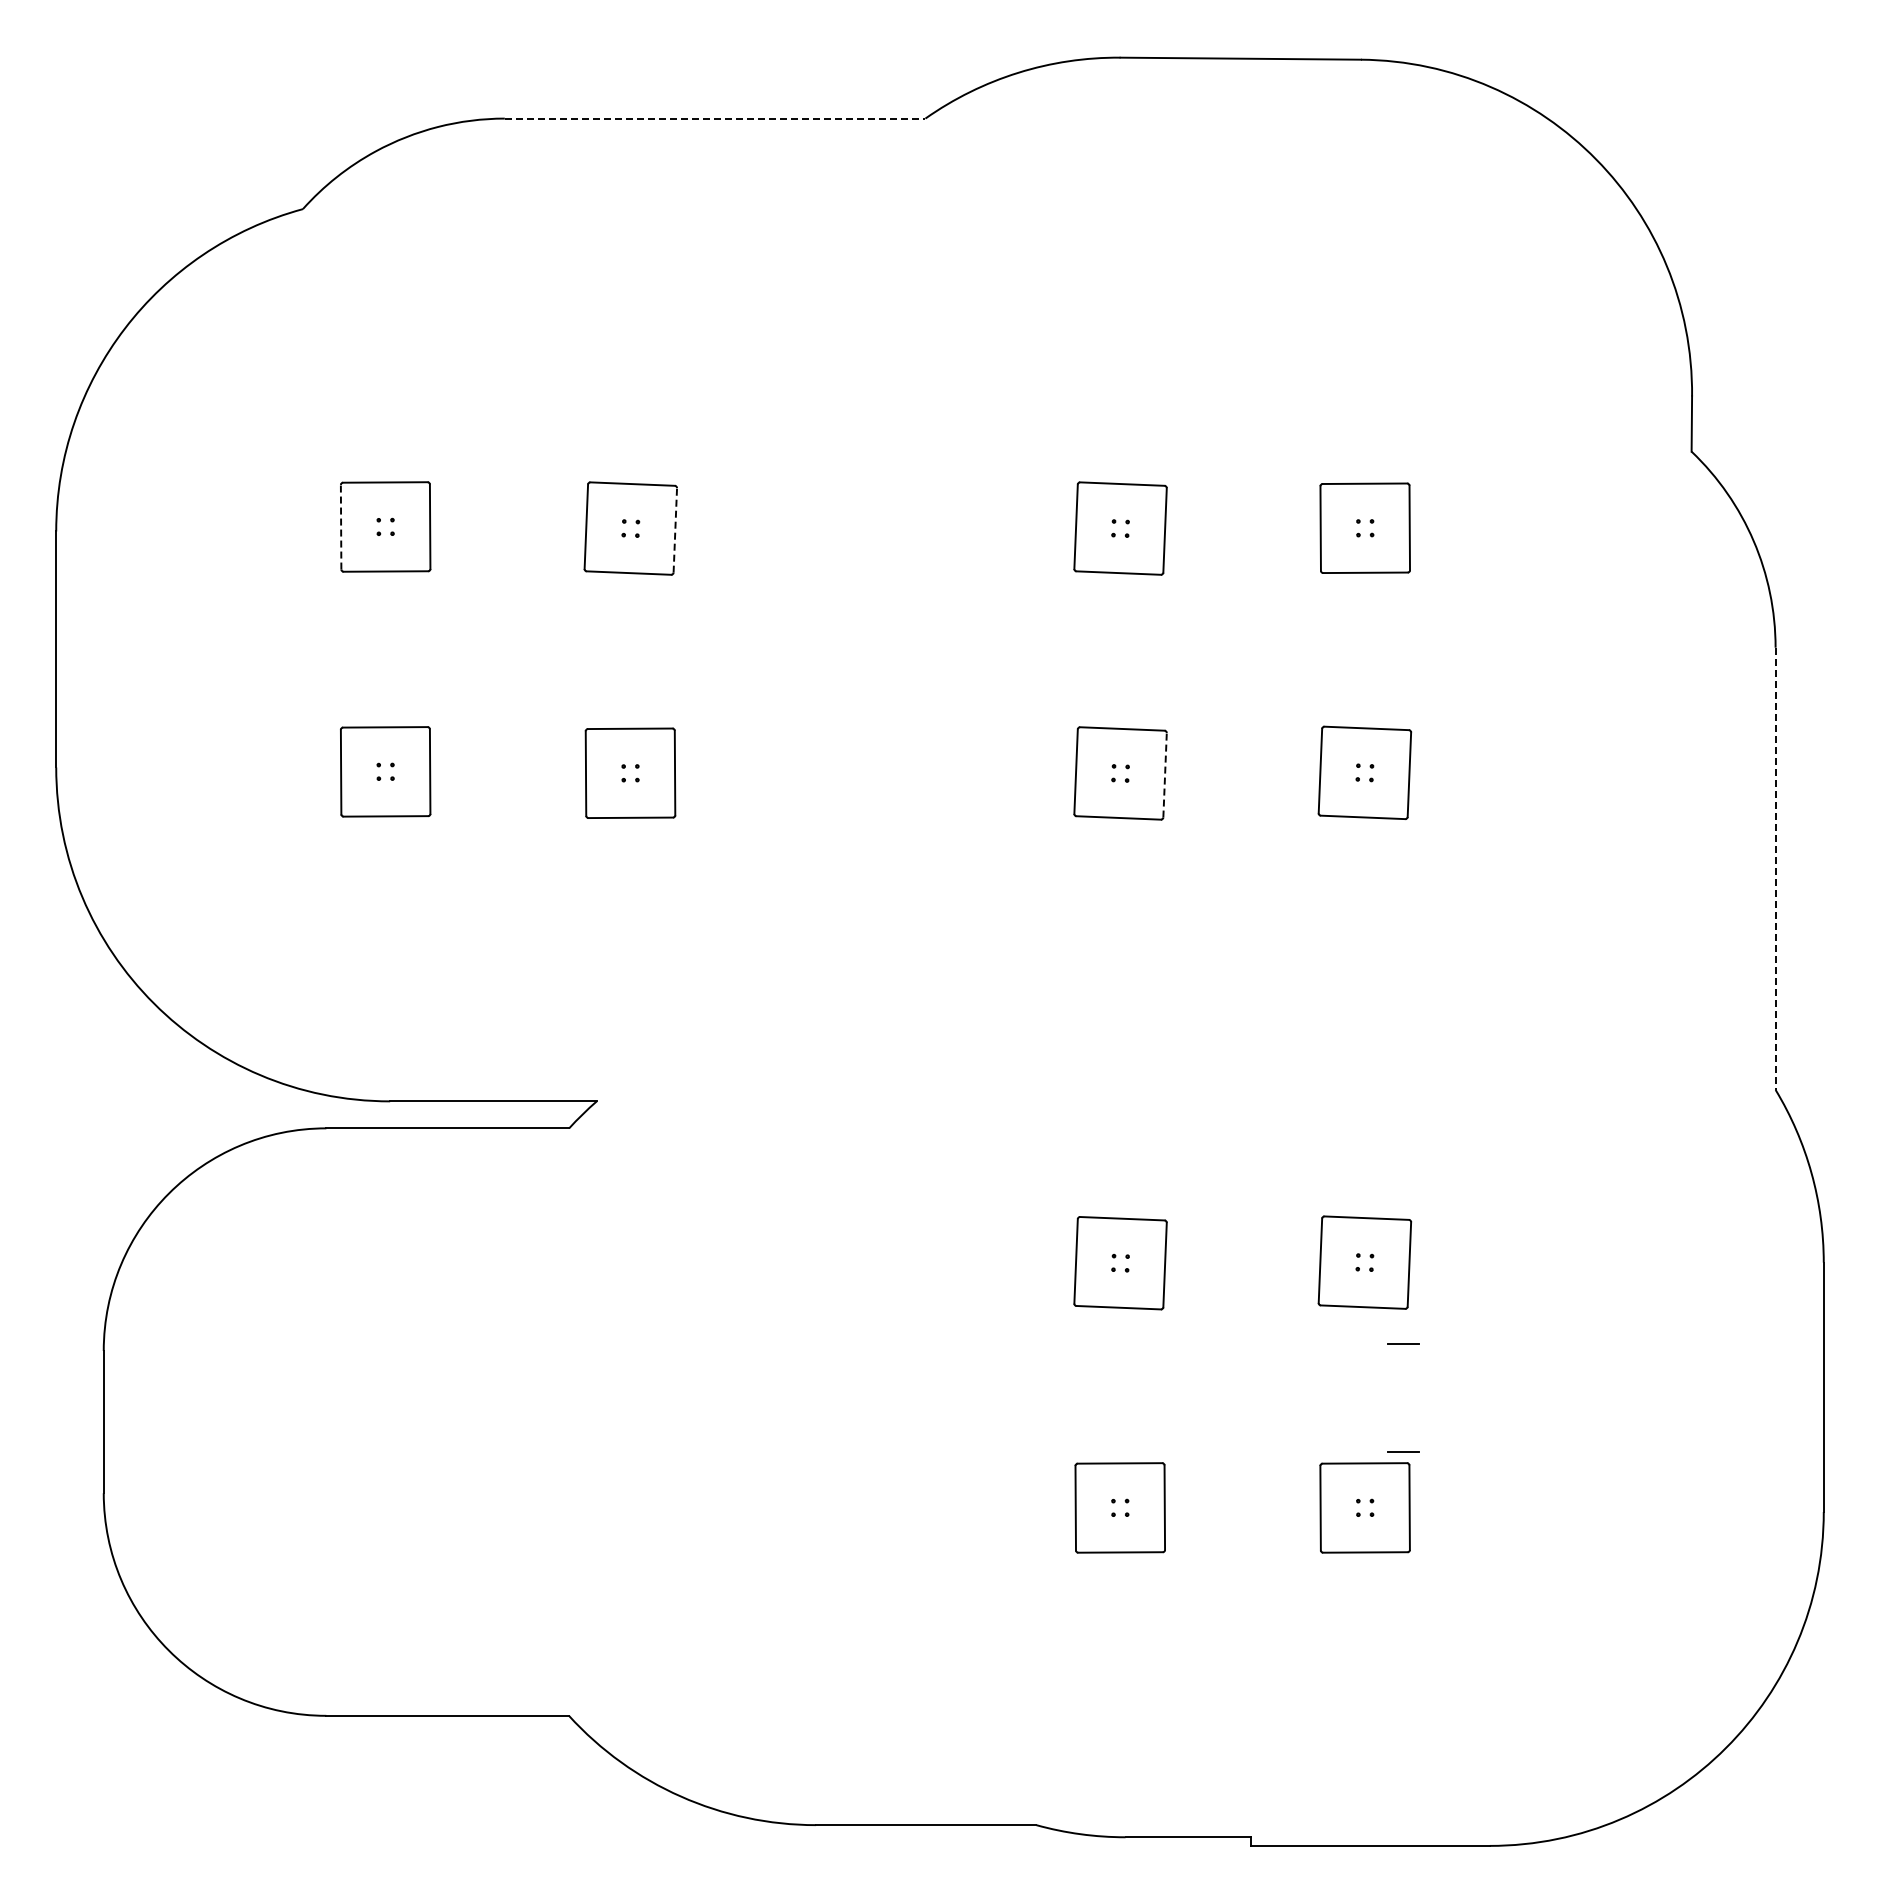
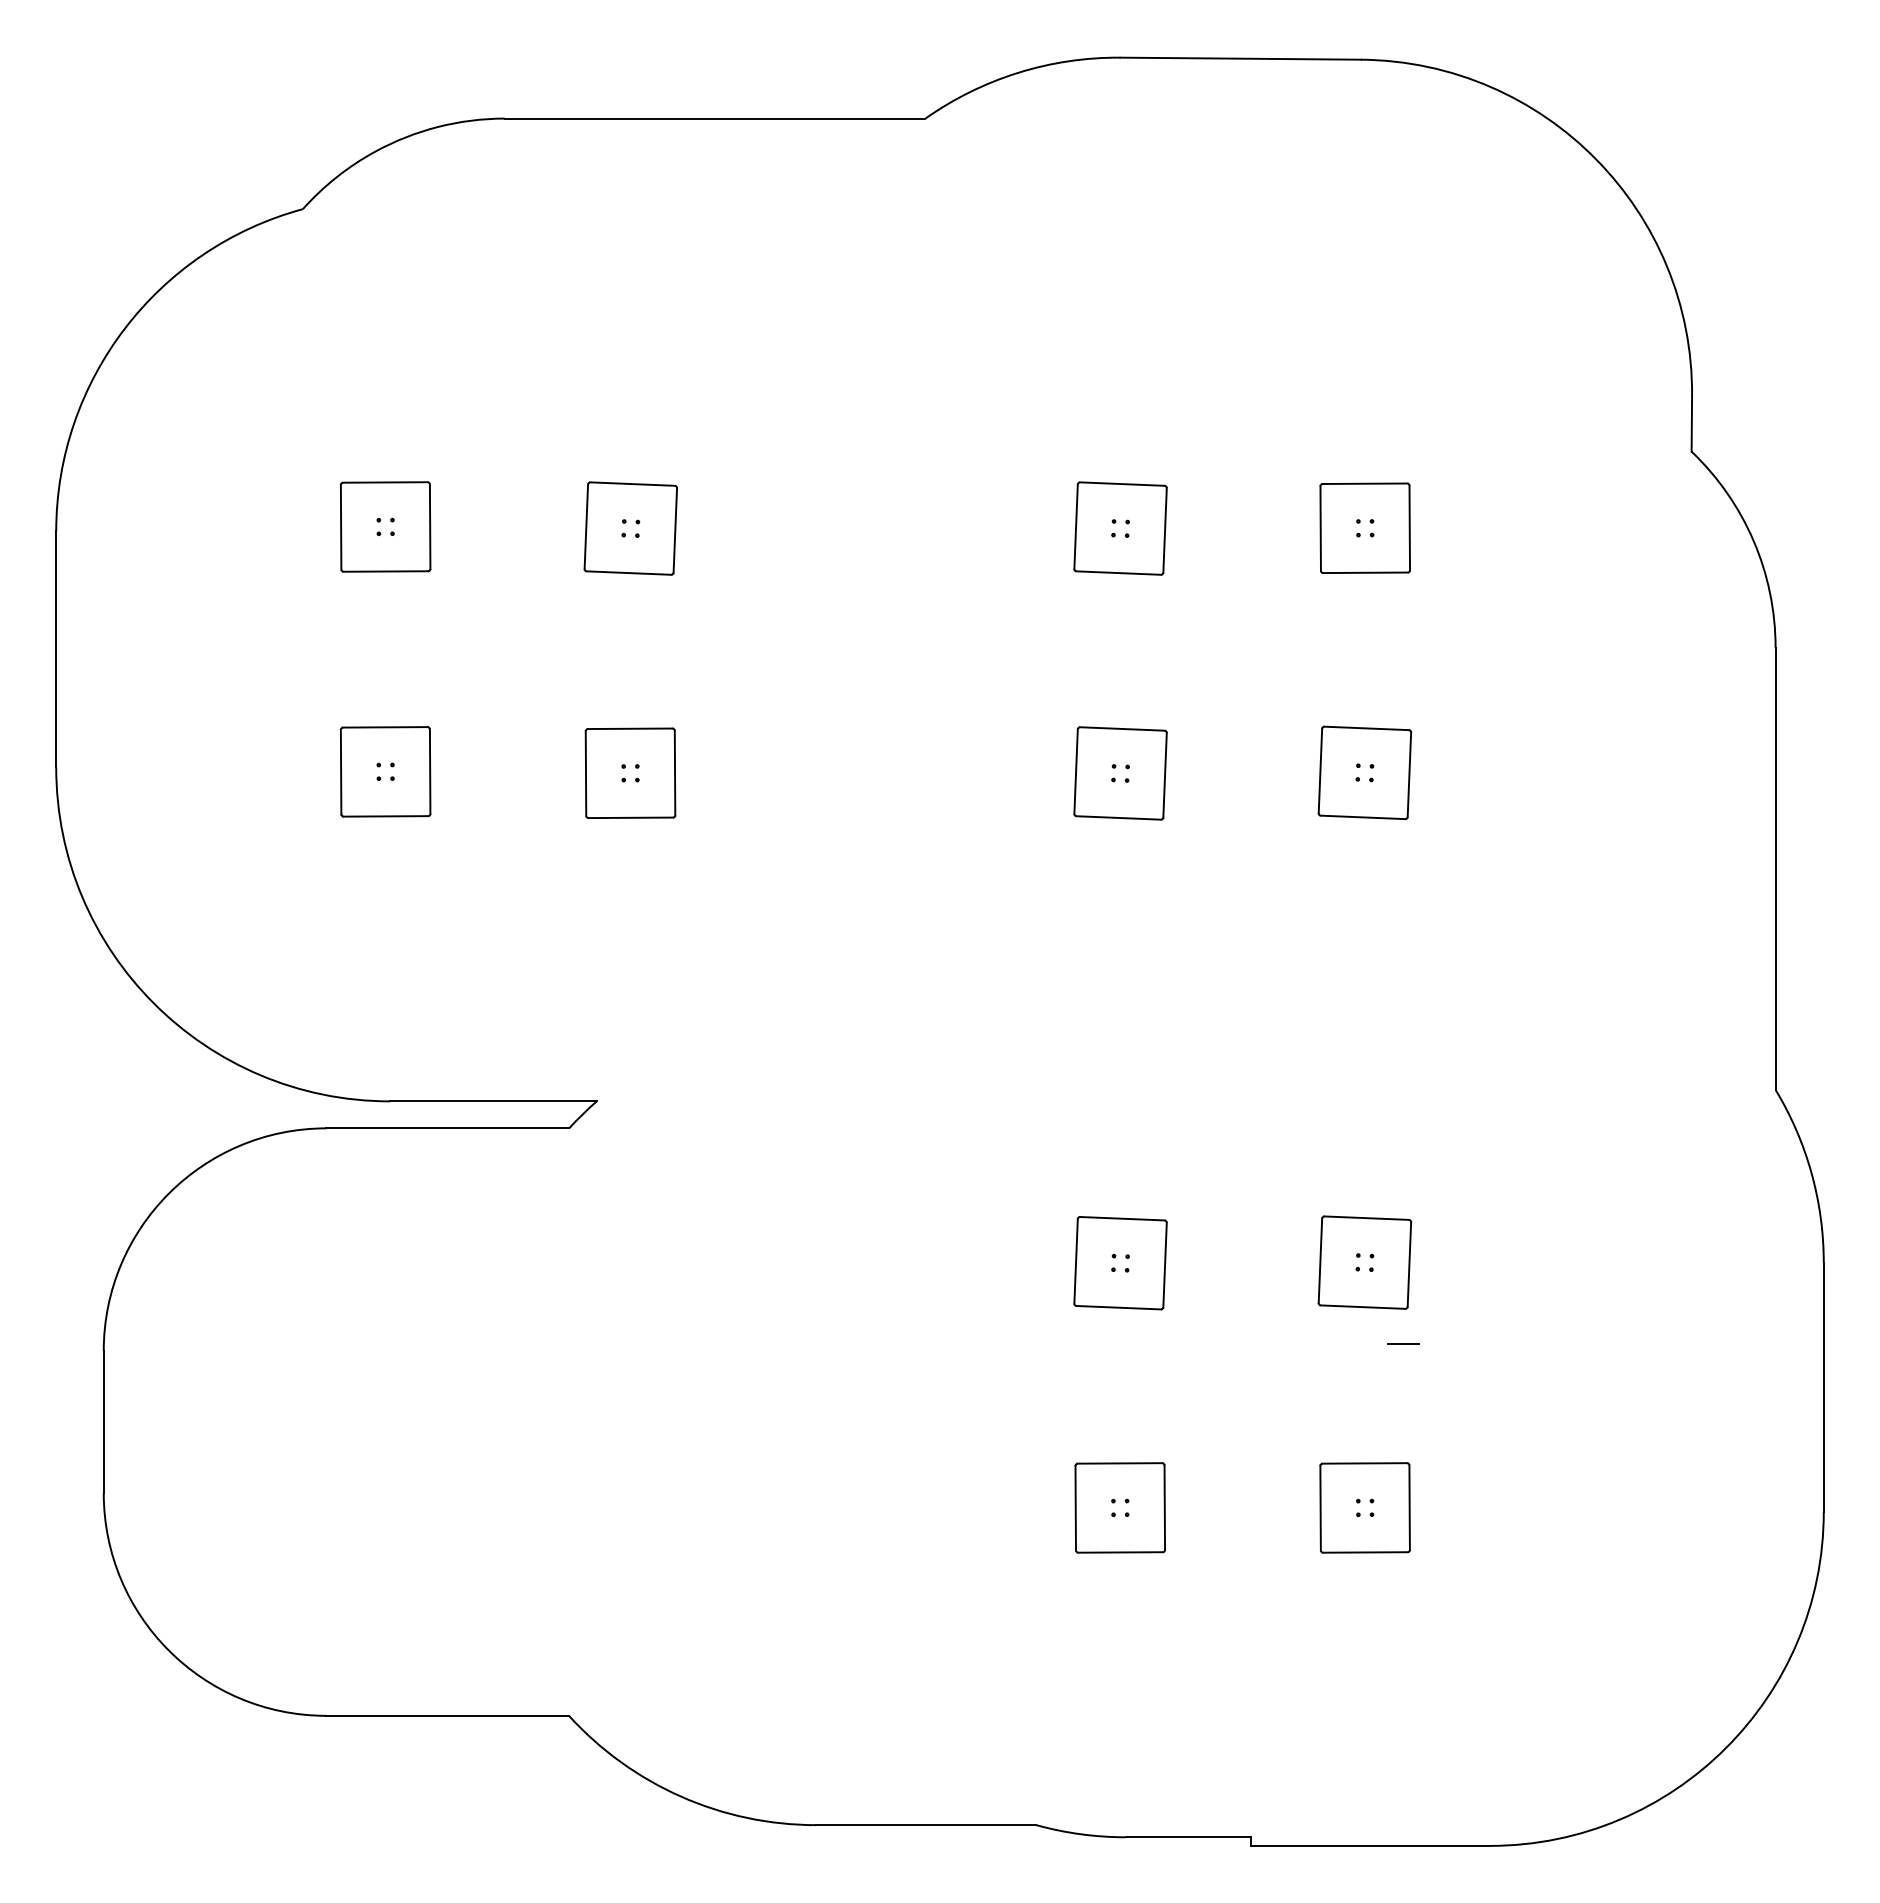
line at (715, 118): dashed -> solid
line at (341, 526): dashed -> solid
line at (675, 529): dashed -> solid
line at (1165, 774): dashed -> solid
line at (1775, 869): dashed -> solid
line at (1403, 1451): present -> none
